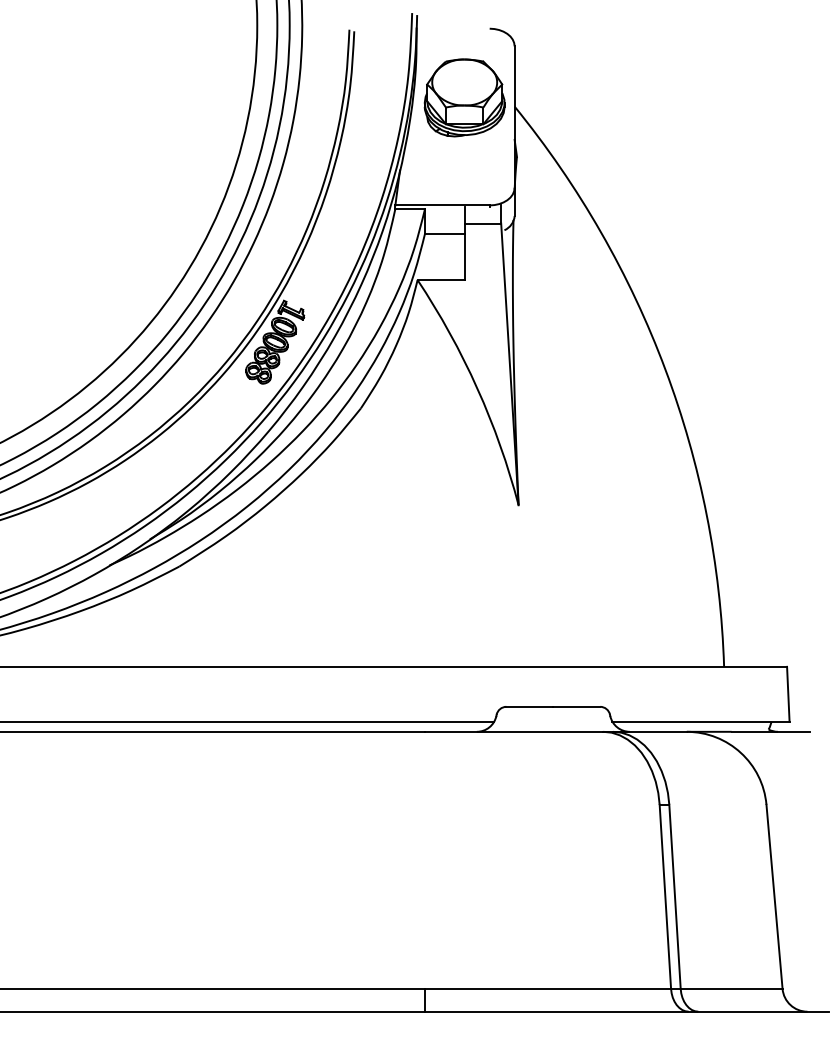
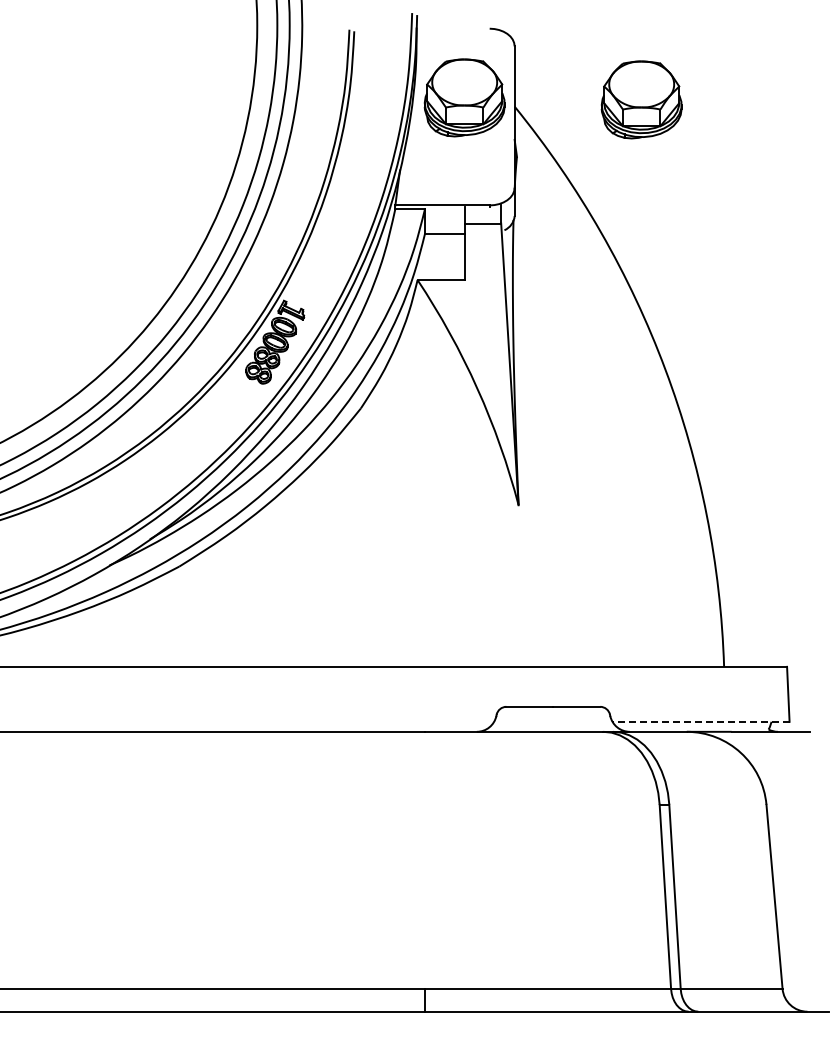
part at (641, 99): none -> present
line at (248, 721): present -> none
line at (701, 721): solid -> dashed
